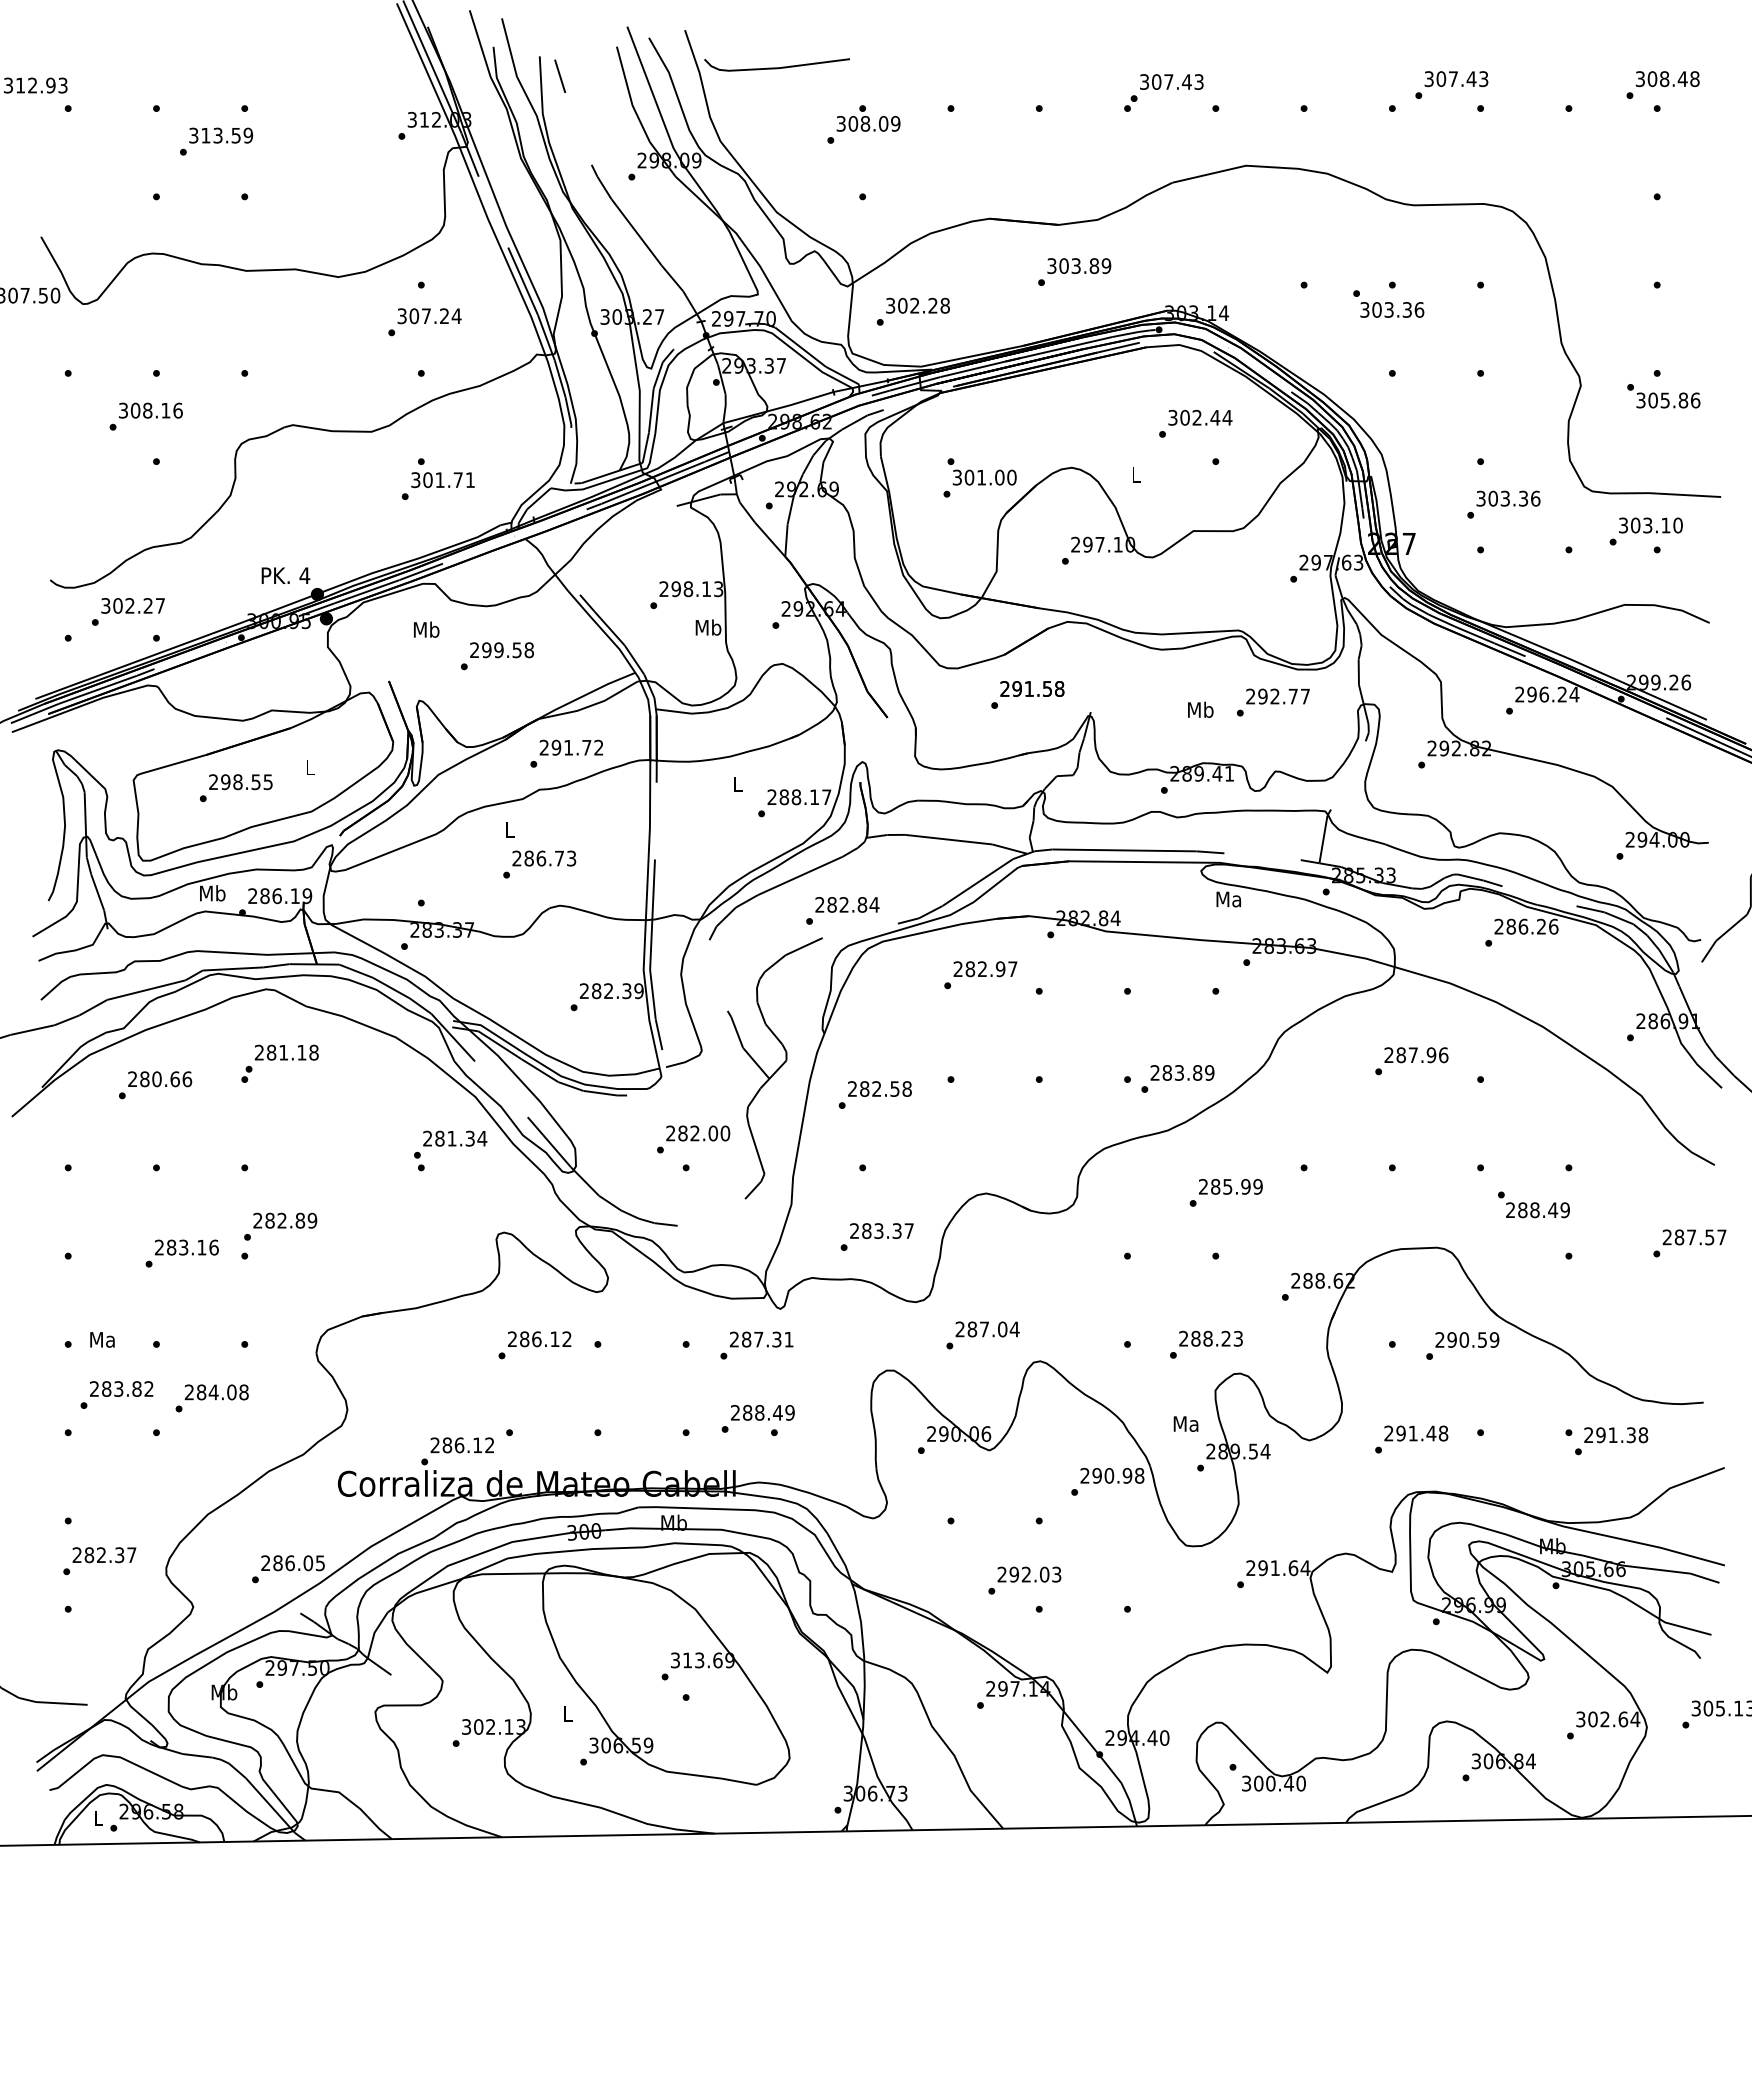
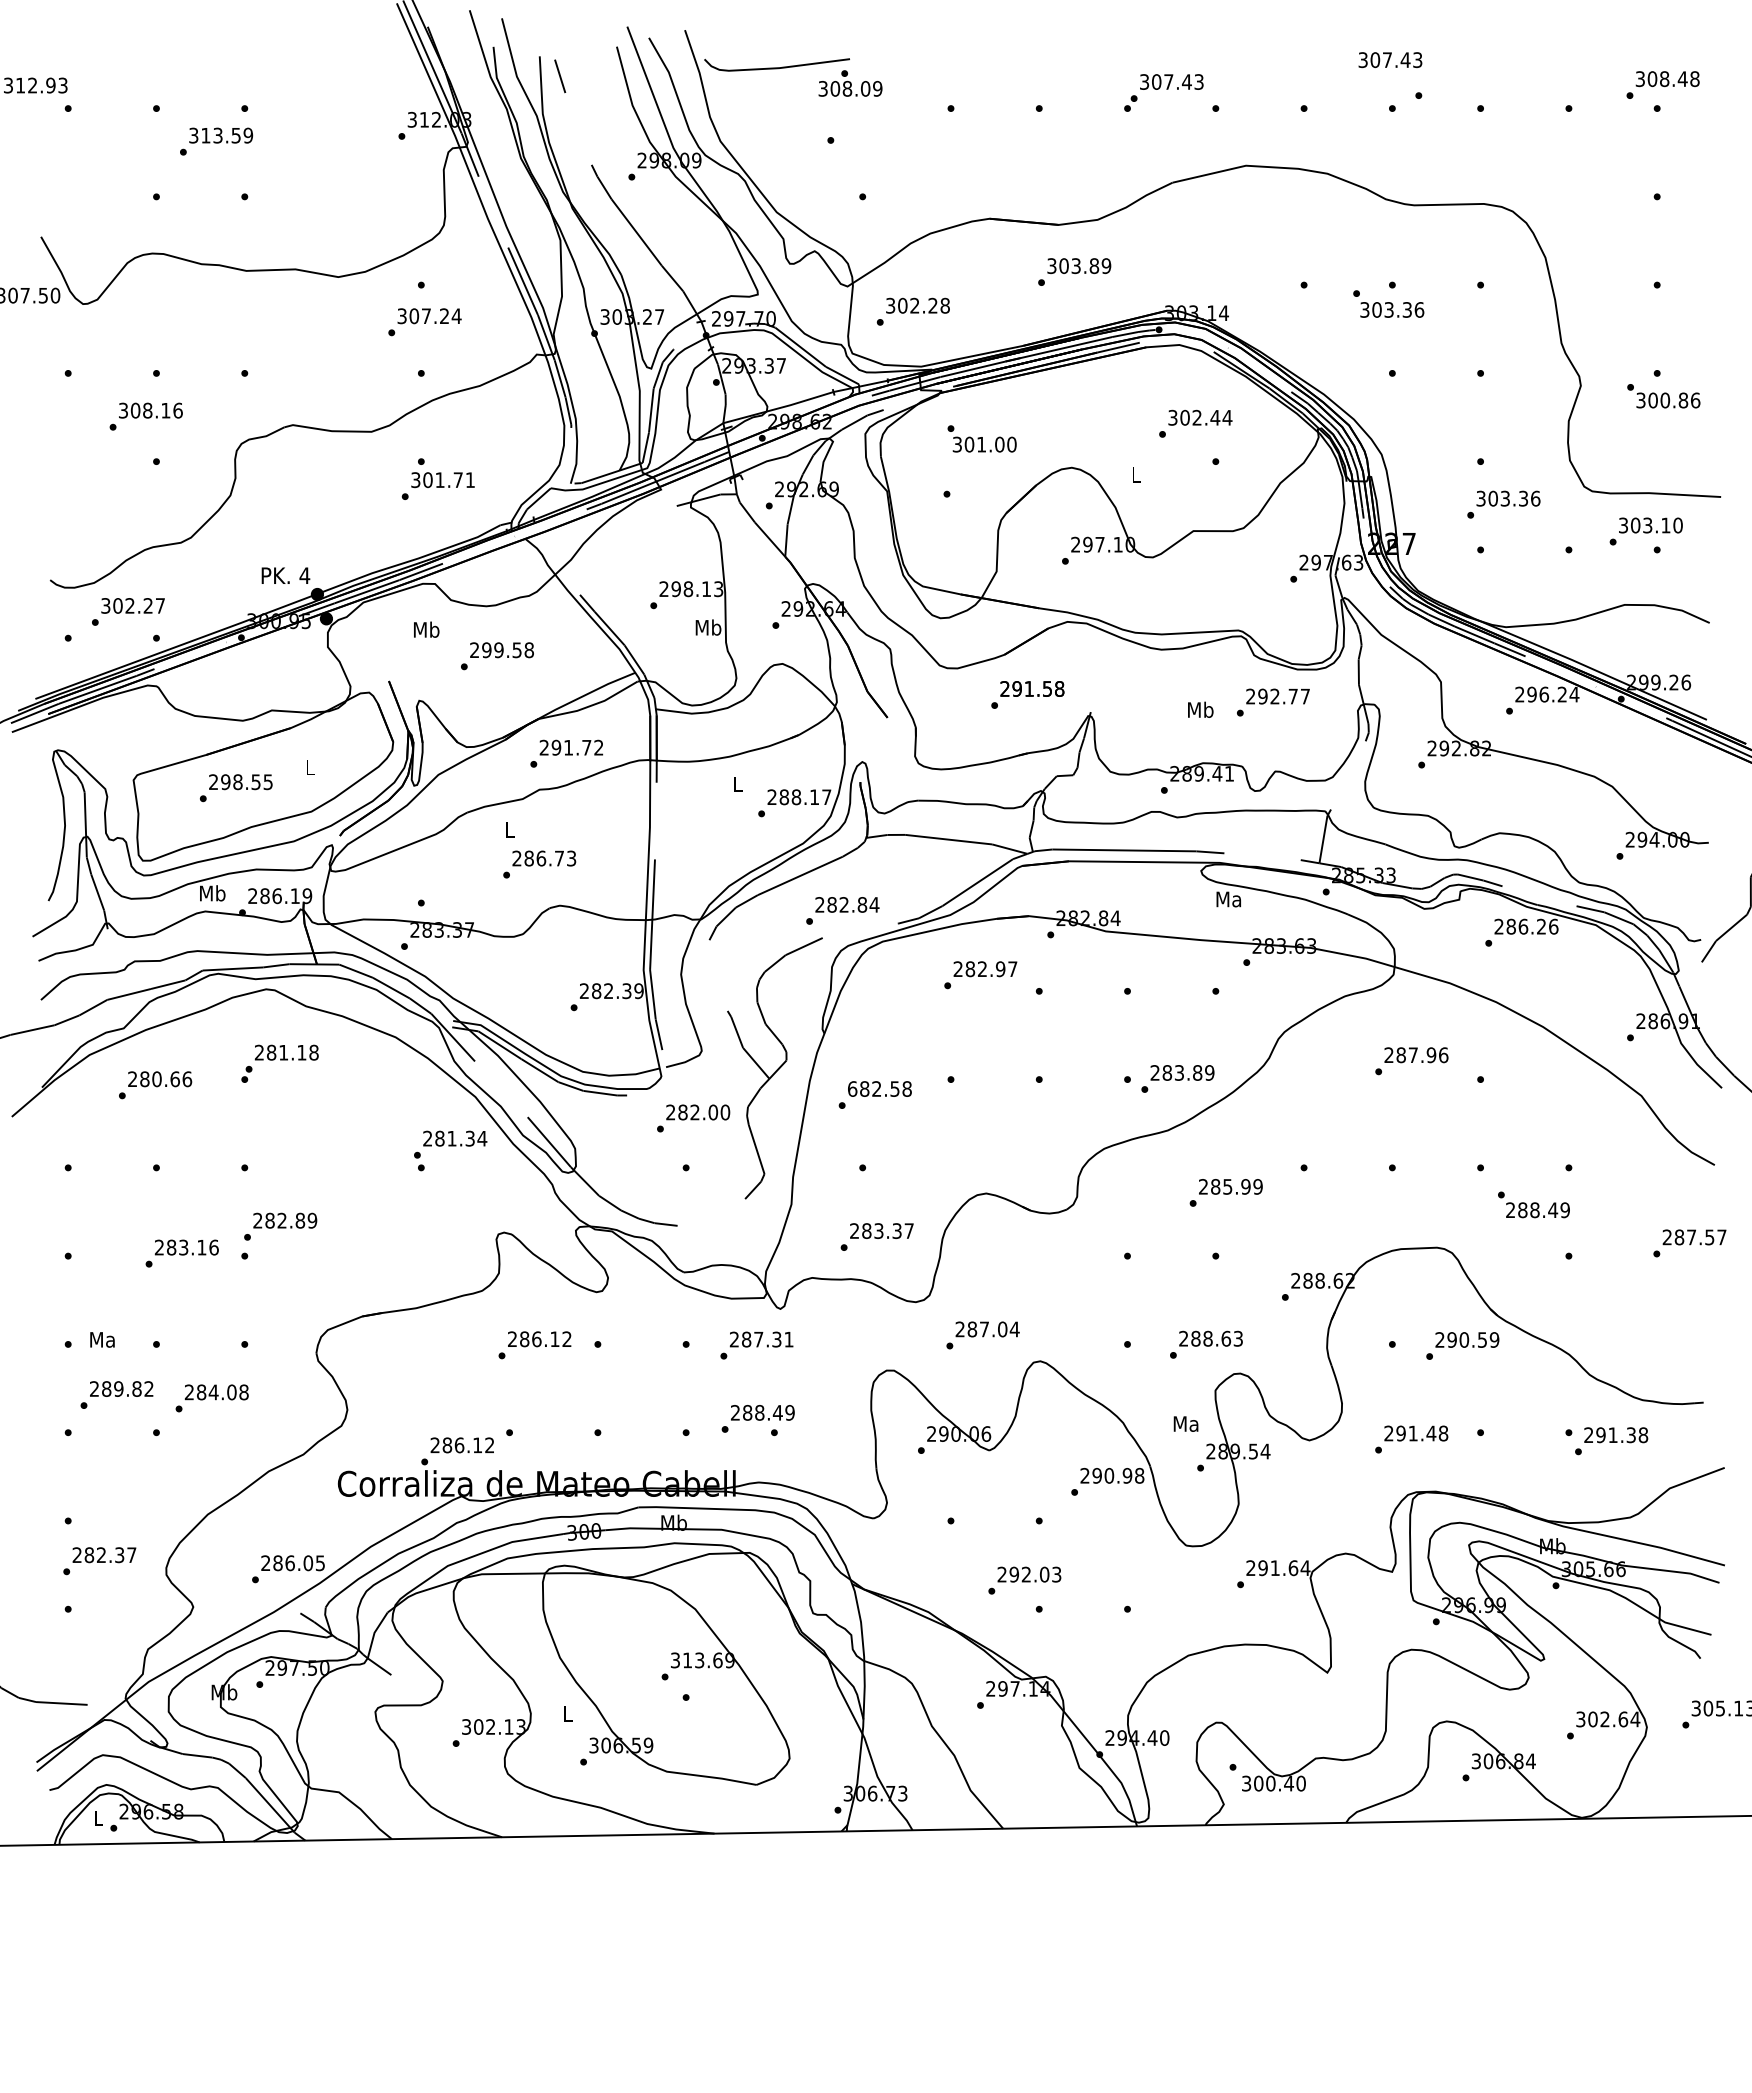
text at (1456, 79) position: (1456, 79) -> (1390, 60)
text at (868, 118) position: (868, 118) -> (850, 83)
text at (1665, 400): 305.86 -> 300.86
text at (981, 471) position: (981, 471) -> (981, 438)
text at (852, 1088): 282.58 -> 682.58
text at (693, 1139) position: (693, 1139) -> (693, 1118)
text at (1226, 1338): 288.23 -> 288.63
text at (118, 1388): 283.82 -> 289.82
